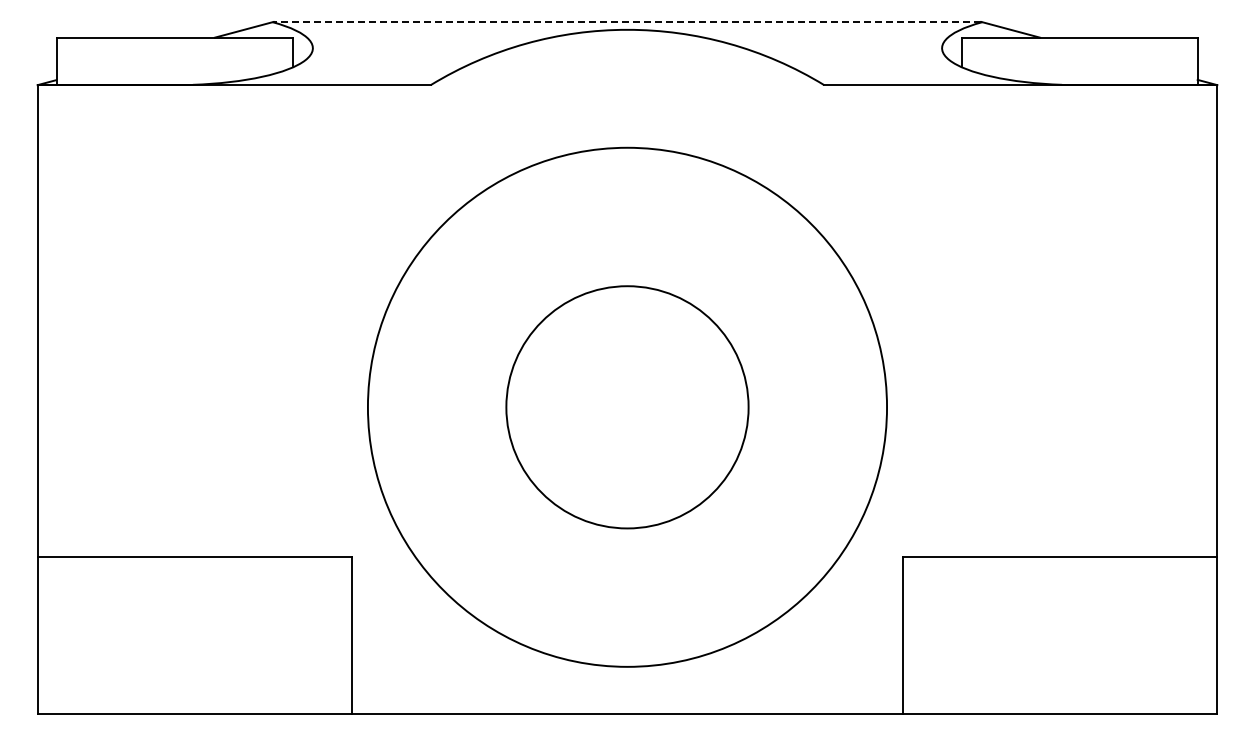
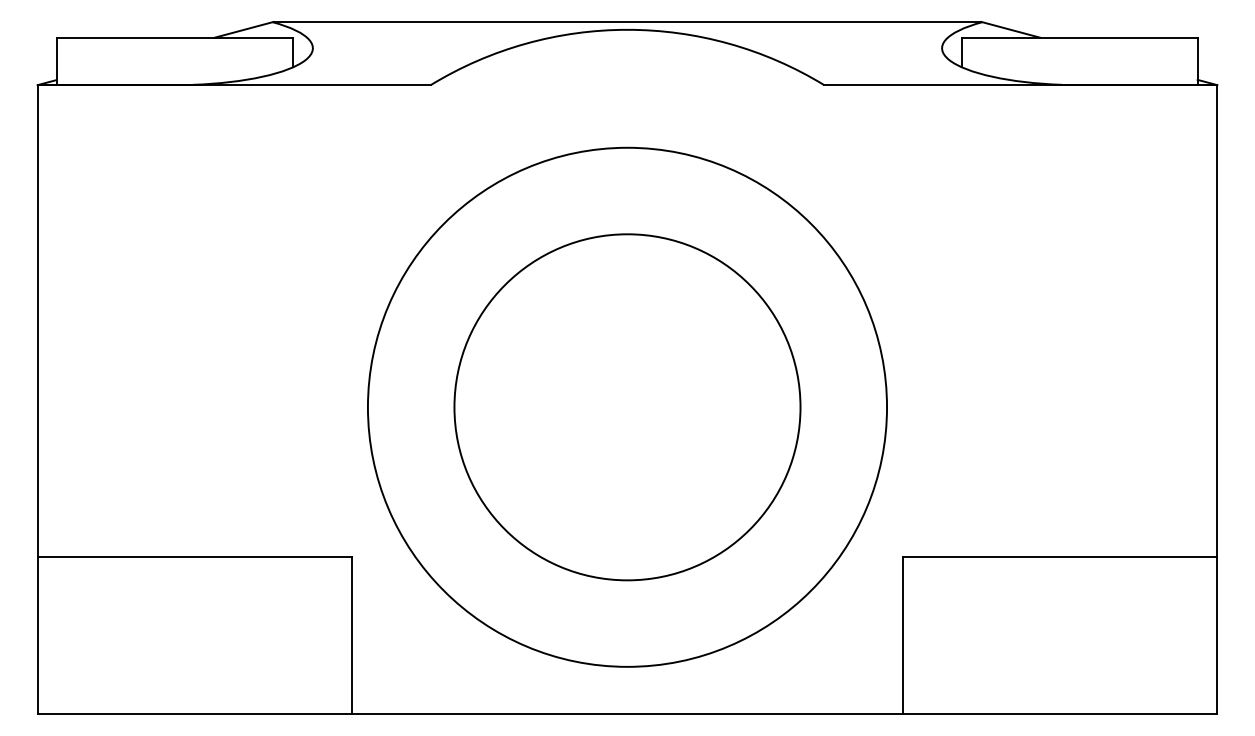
line at (627, 21): dashed -> solid
circle at (627, 407) diameter: 242 px -> 346 px
